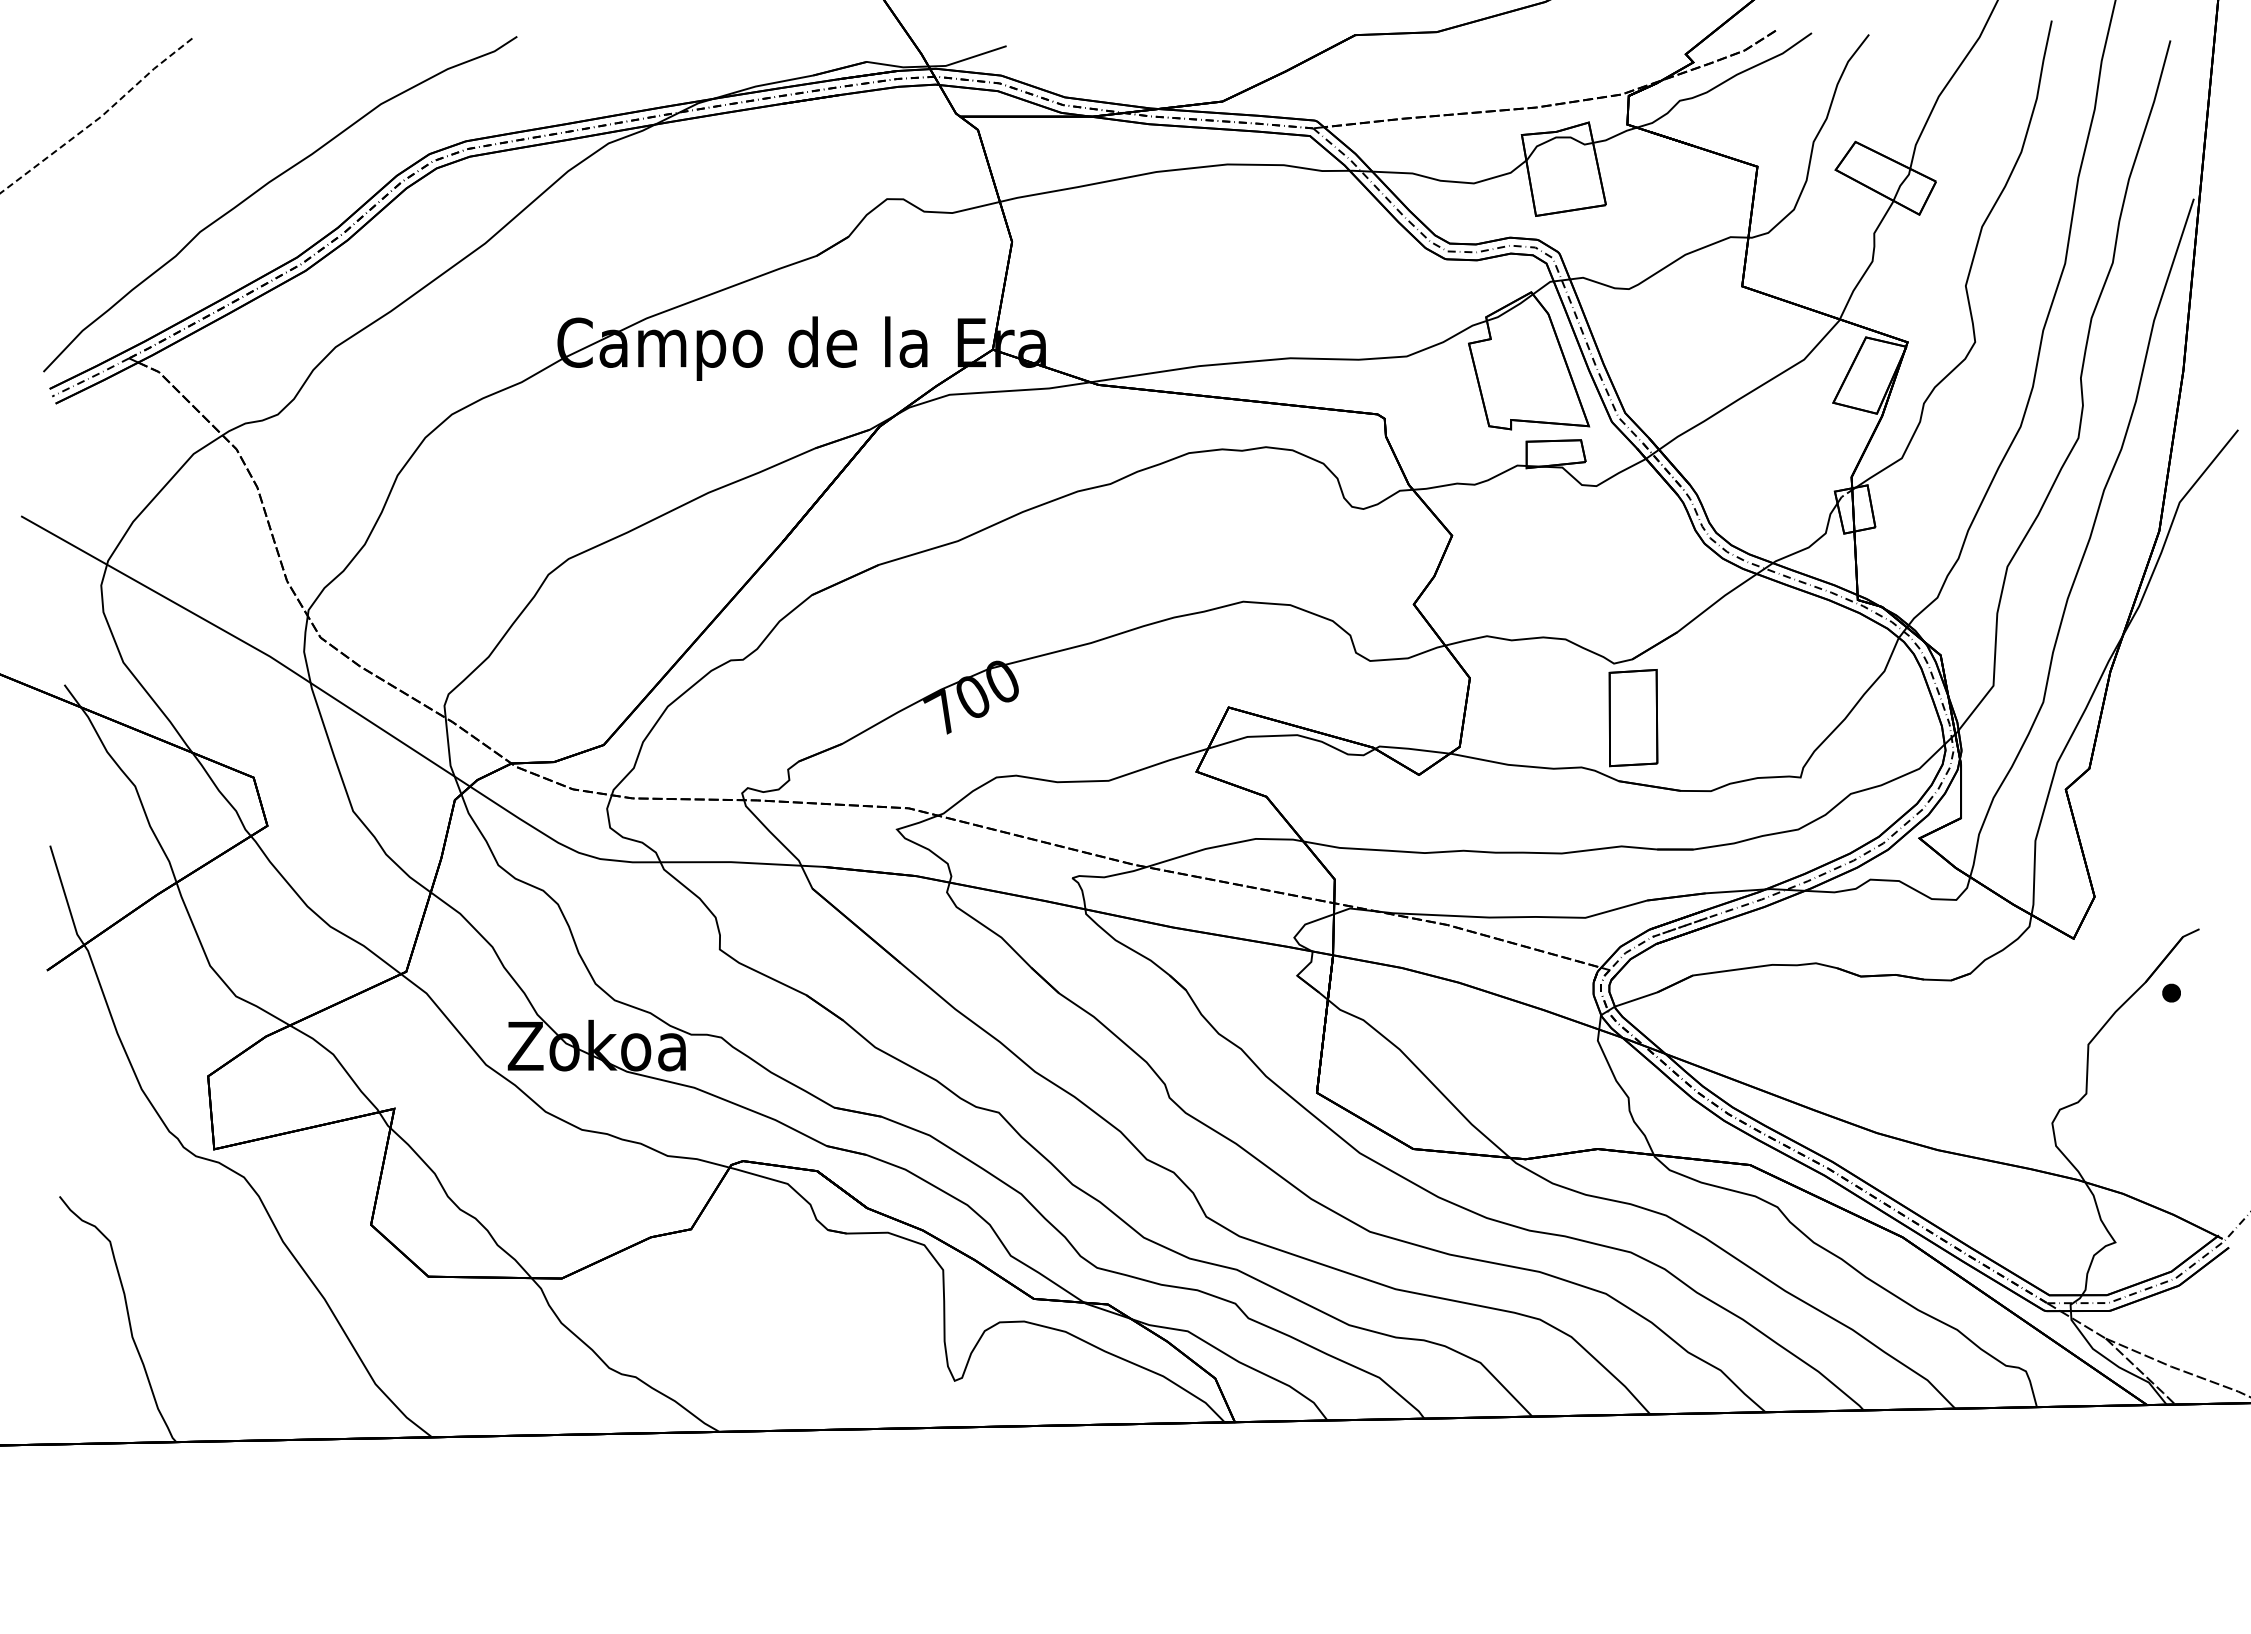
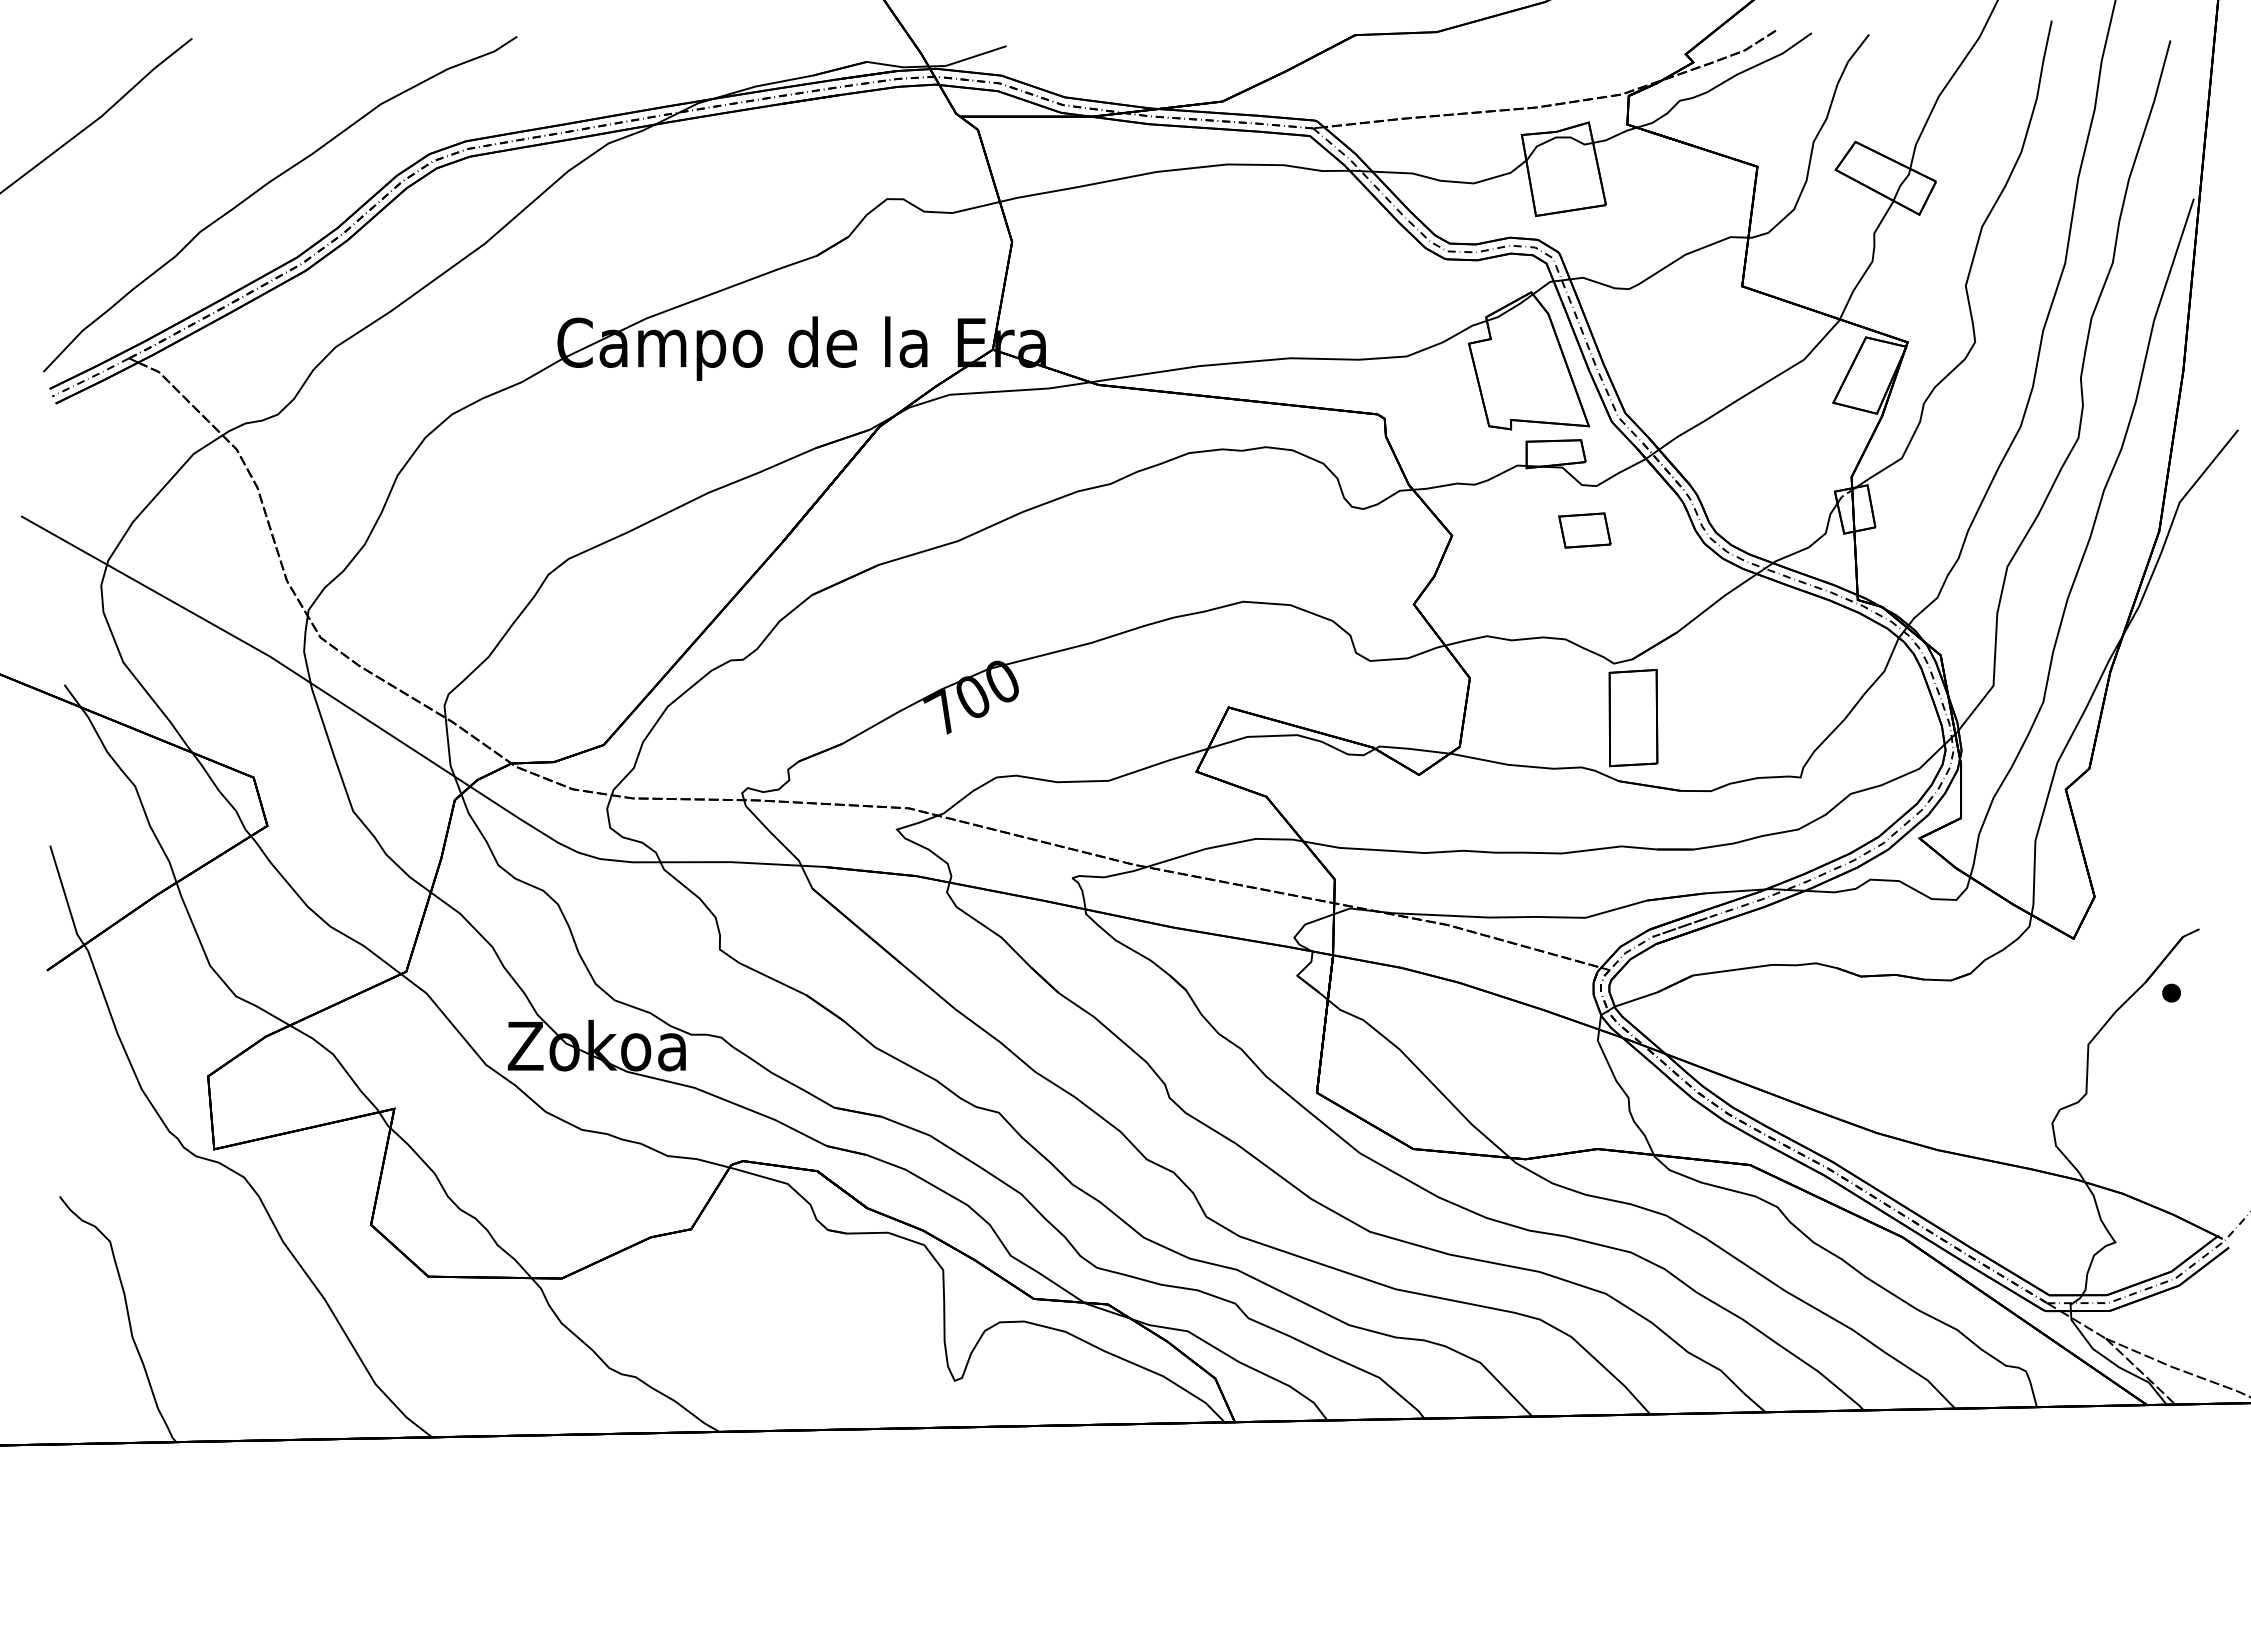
line at (99, 118): dashed -> solid
part at (1584, 530): none -> present
